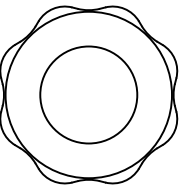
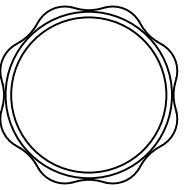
circle at (88, 94) diameter: 97 px -> 155 px
